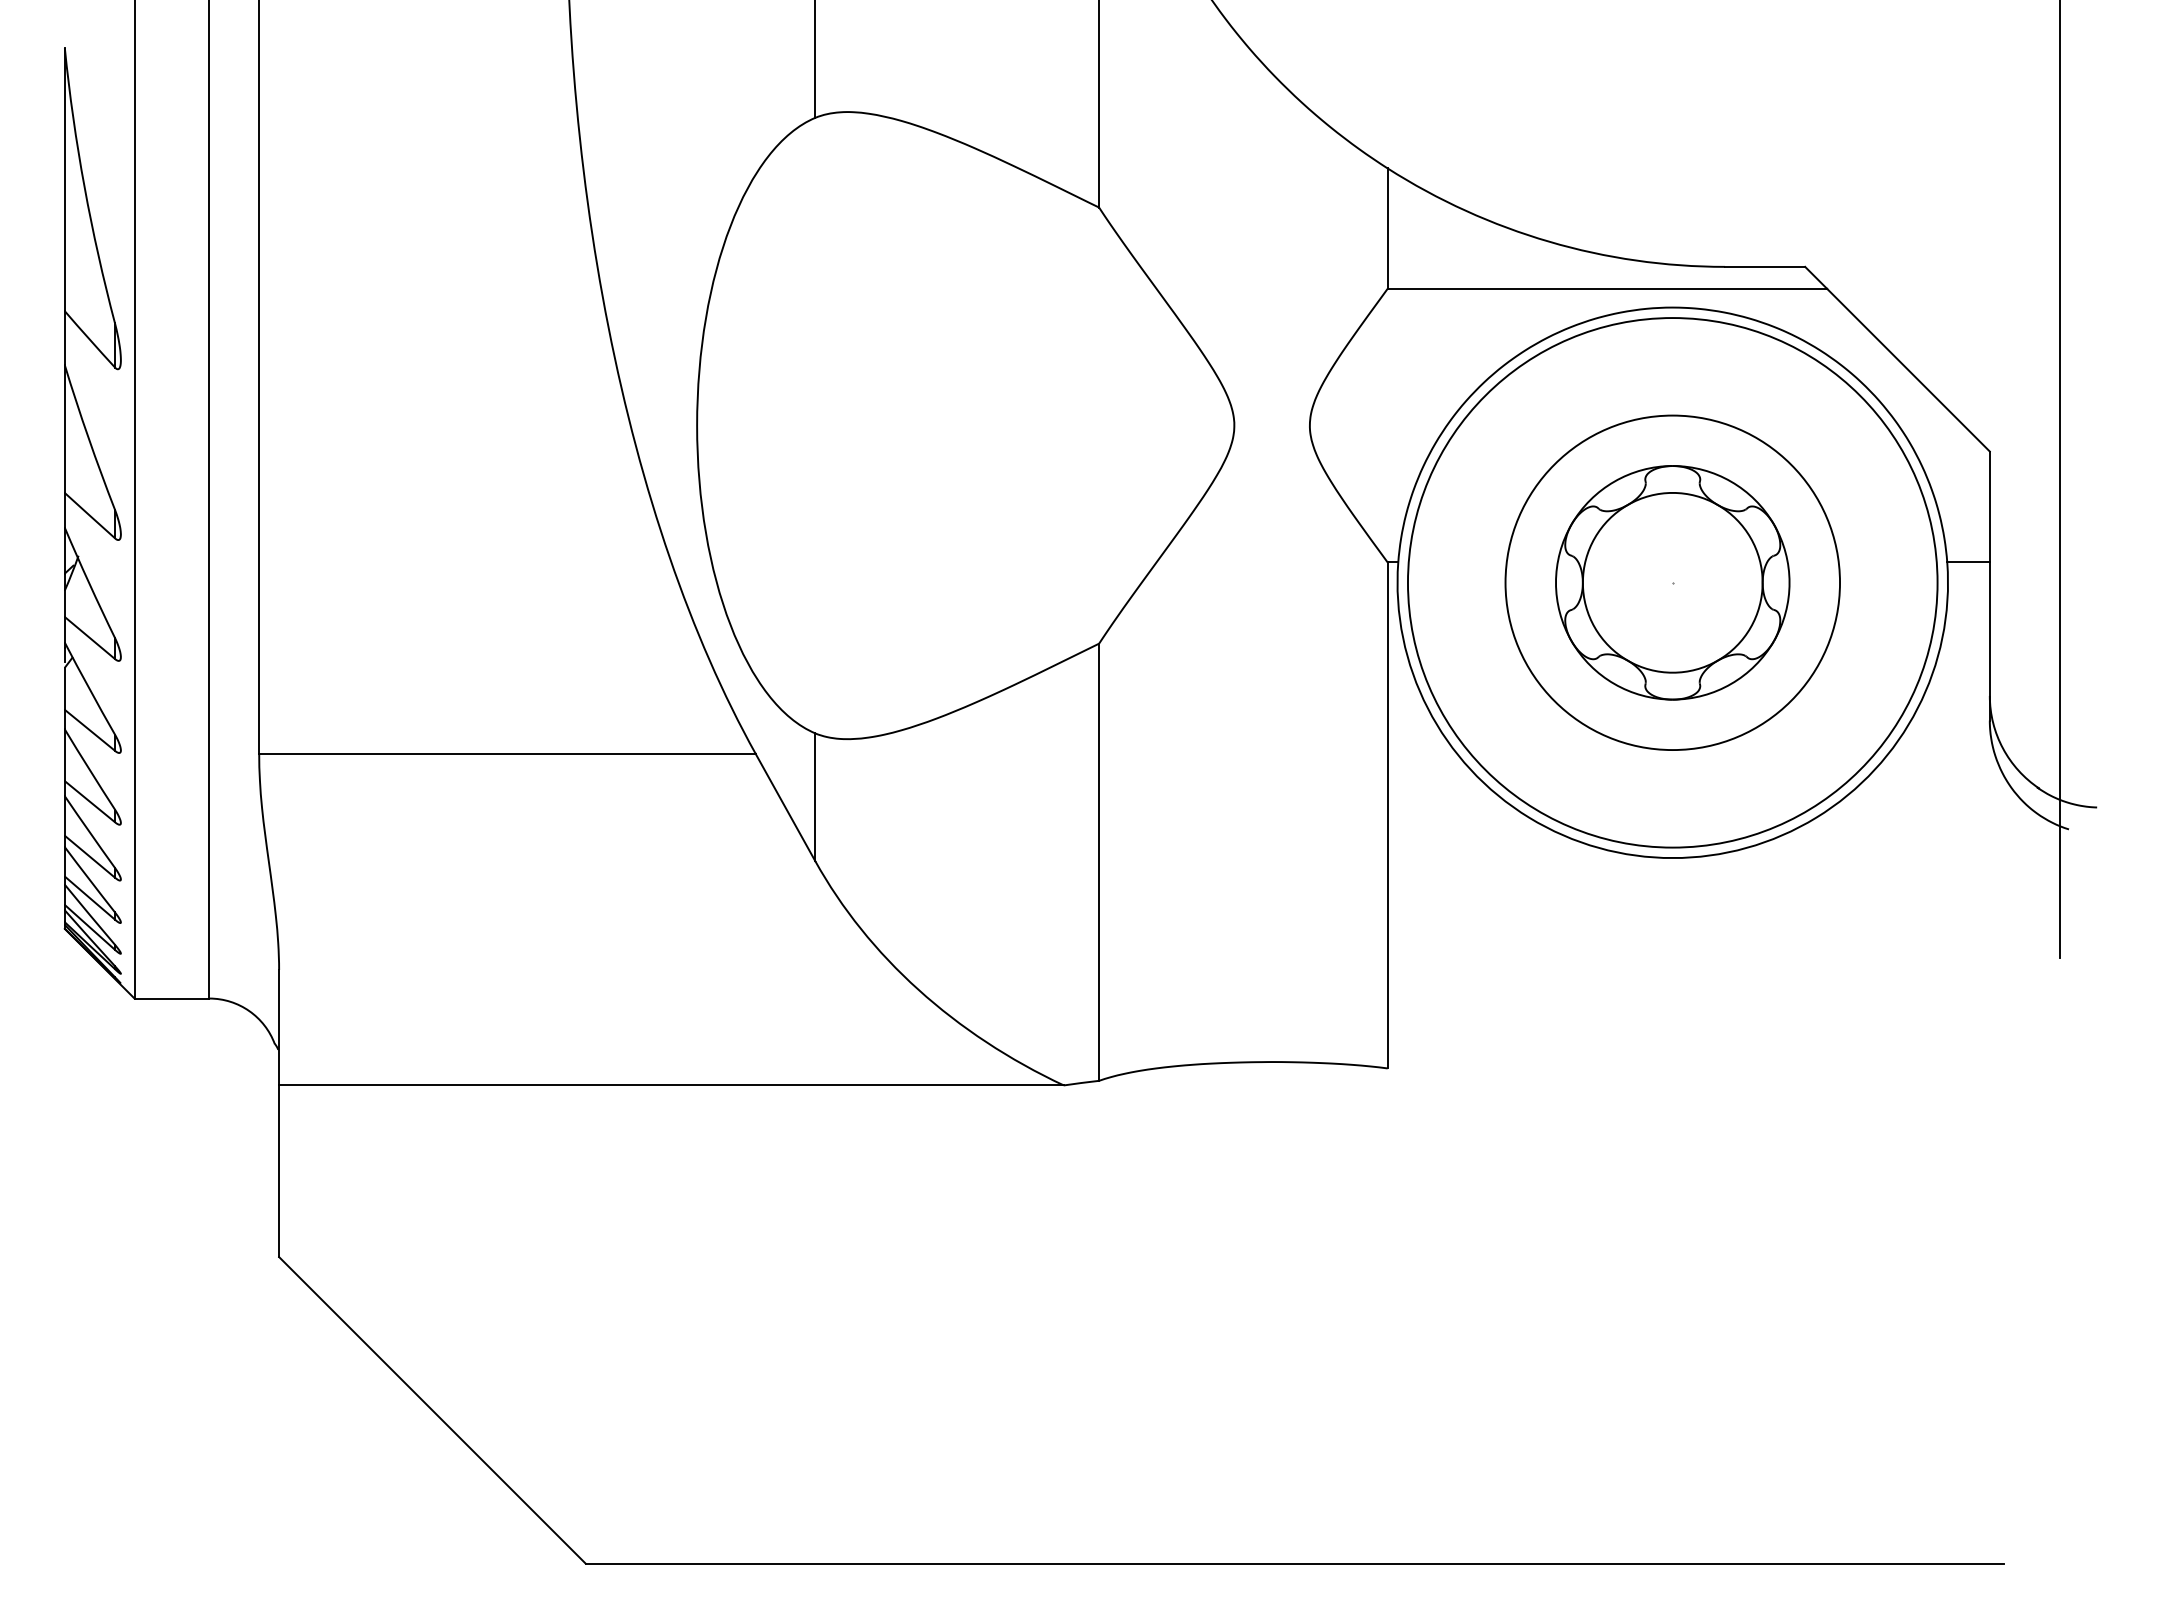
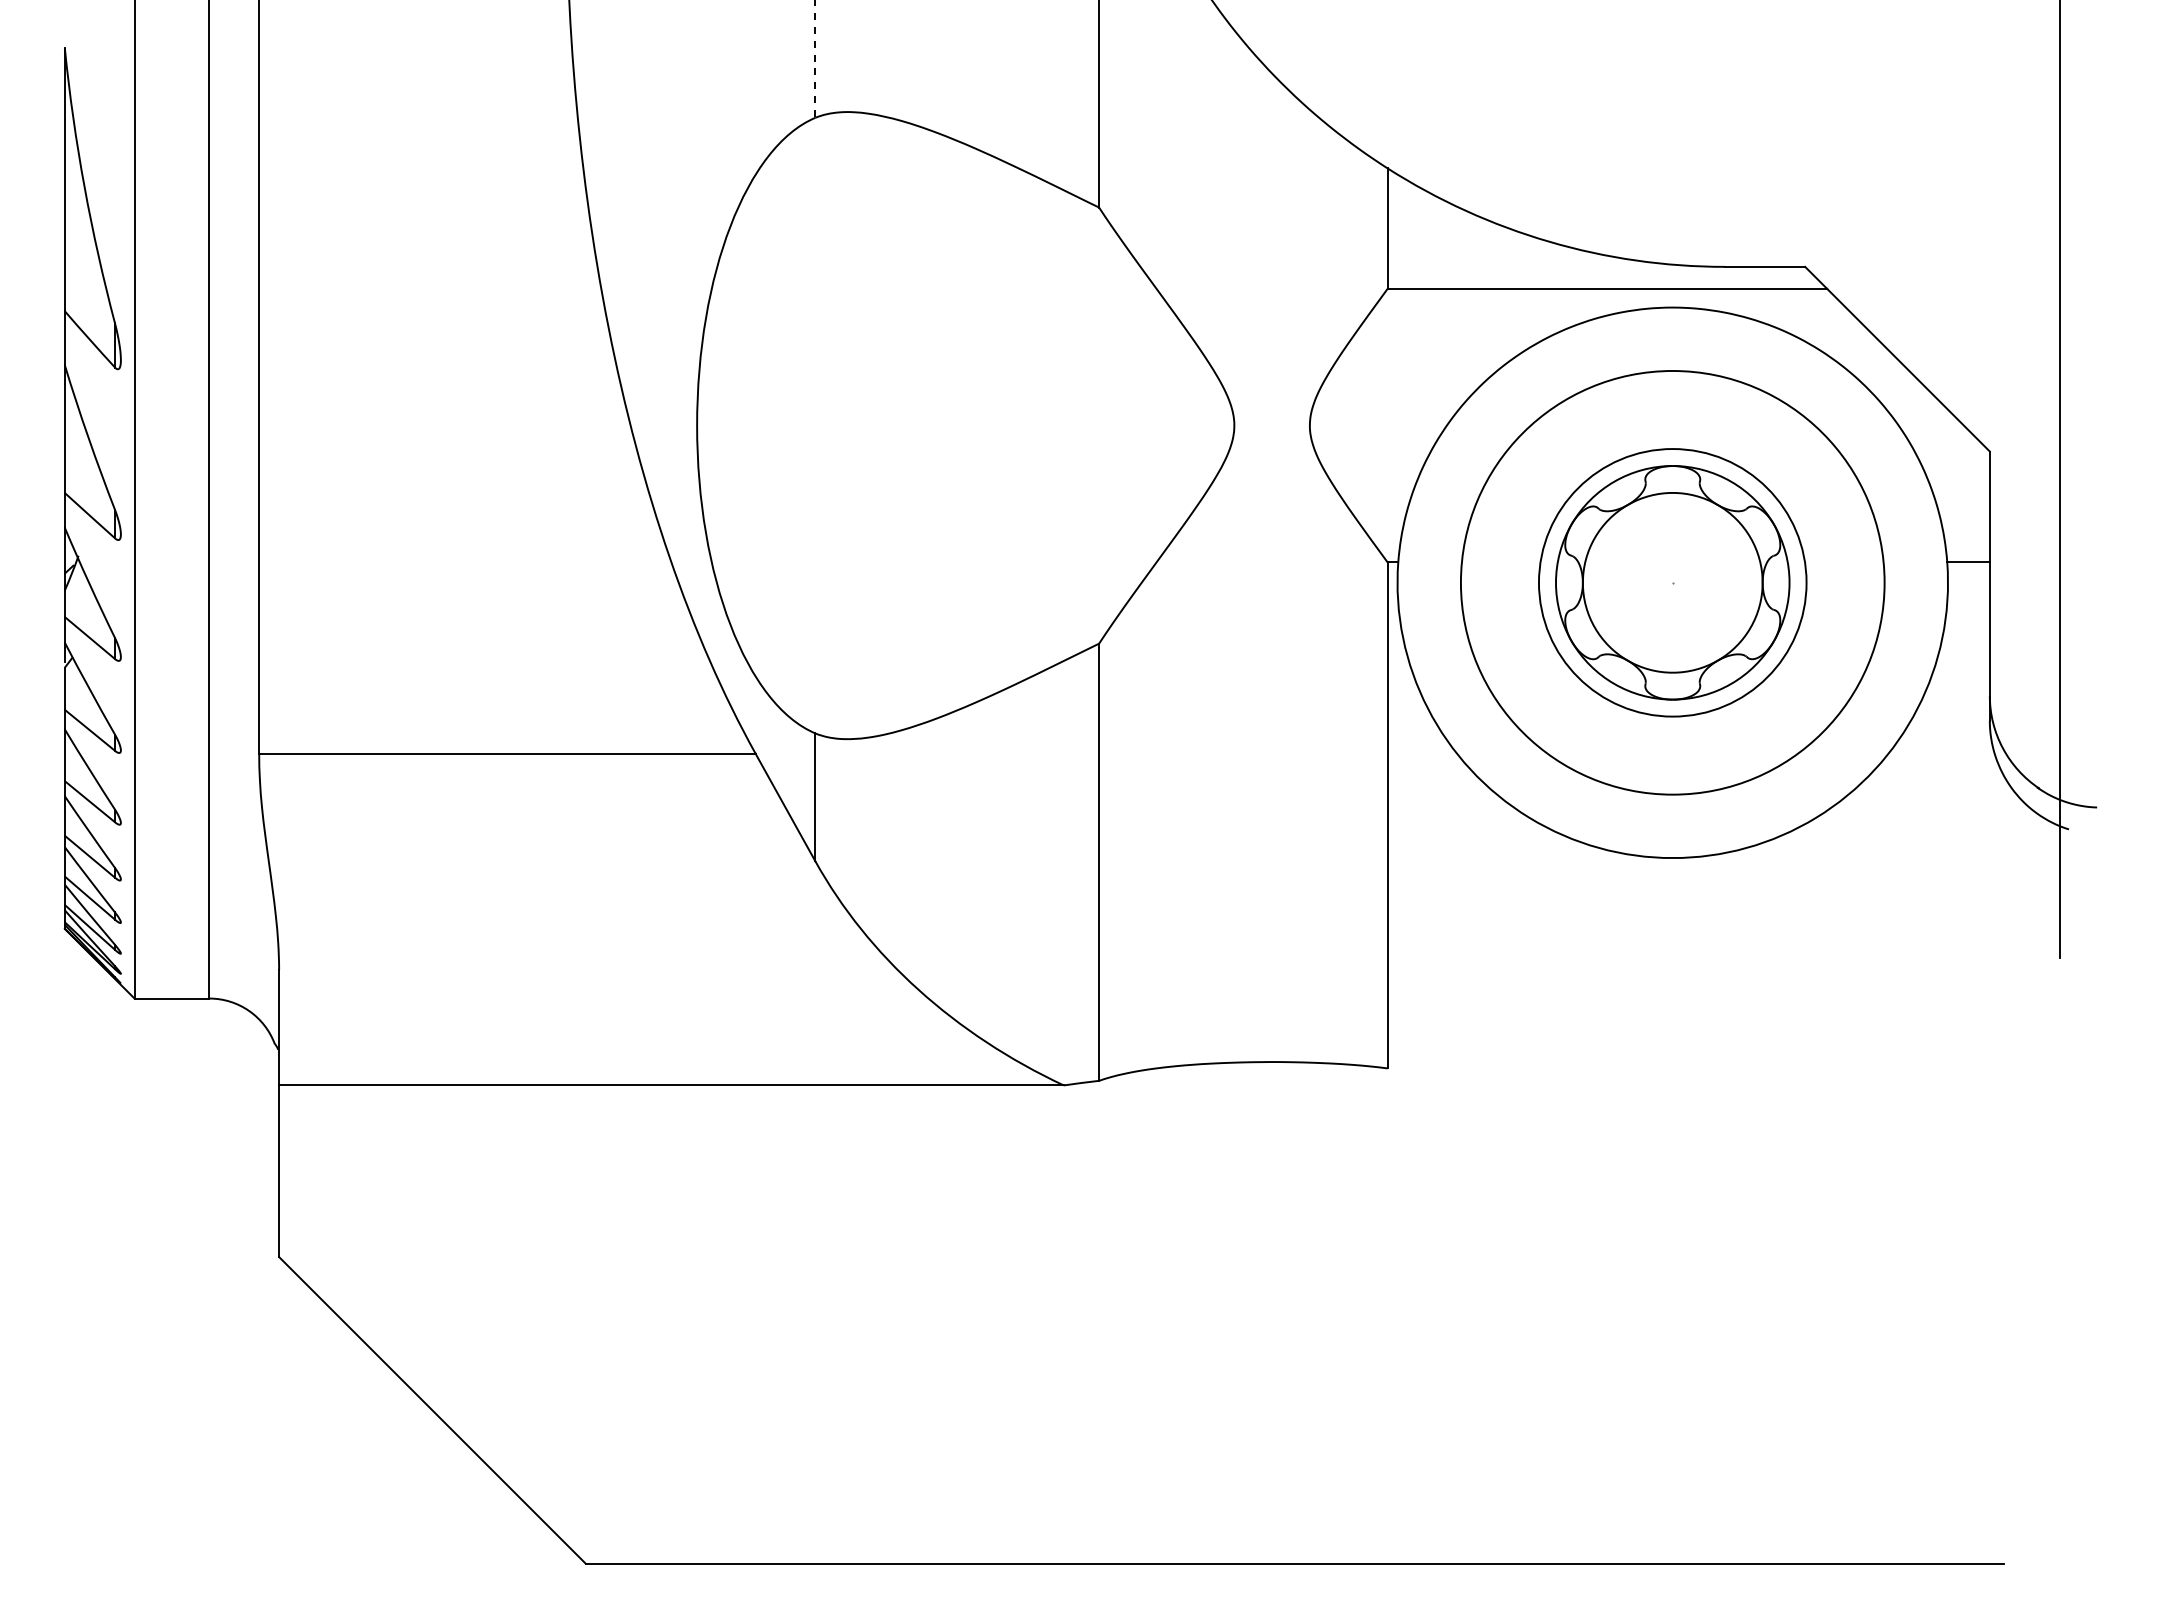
line at (815, 59): solid -> dashed
circle at (1672, 582) diameter: 334 px -> 268 px
circle at (1672, 582) diameter: 530 px -> 424 px
